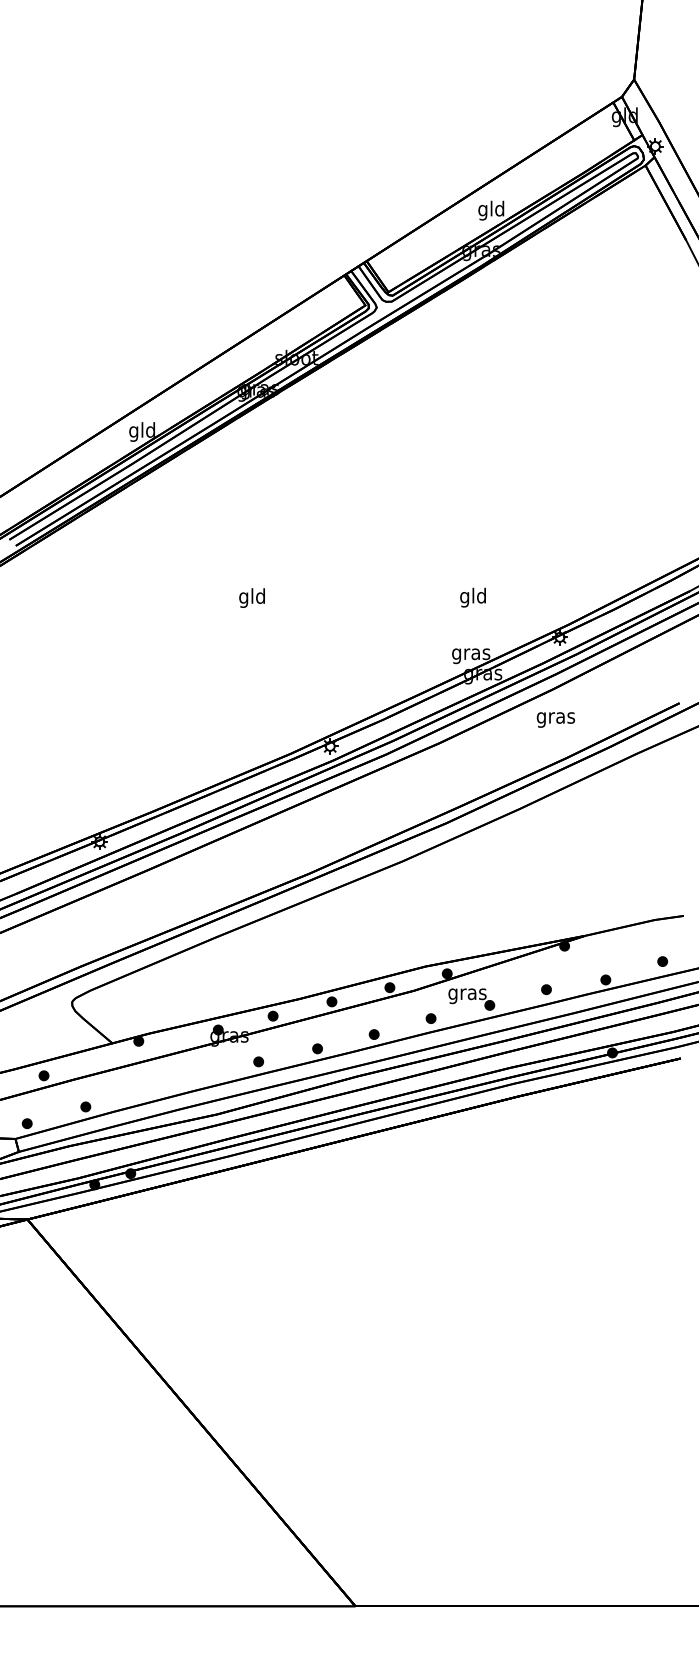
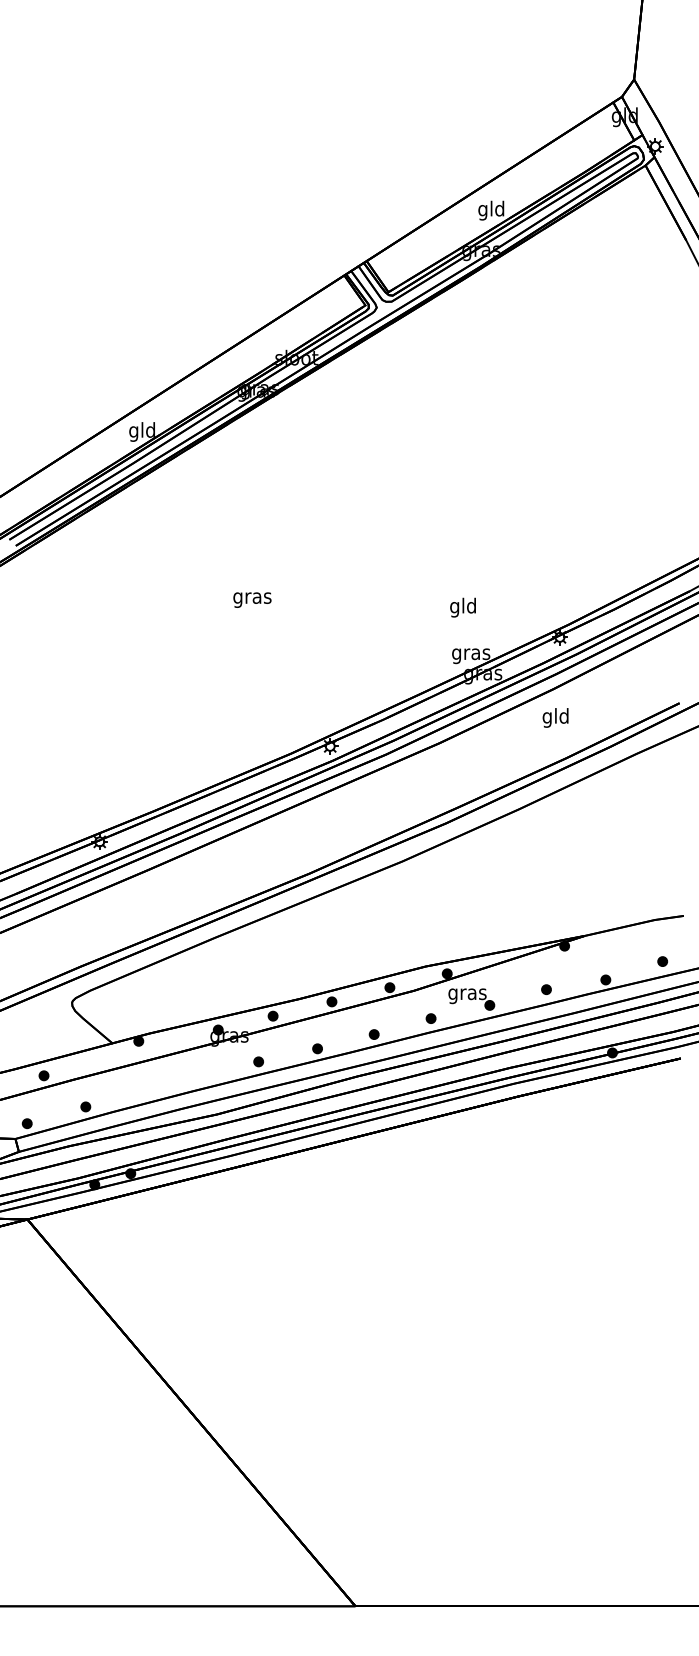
text at (252, 597): gld -> gras
text at (472, 597) position: (472, 597) -> (462, 607)
text at (555, 717): gras -> gld
